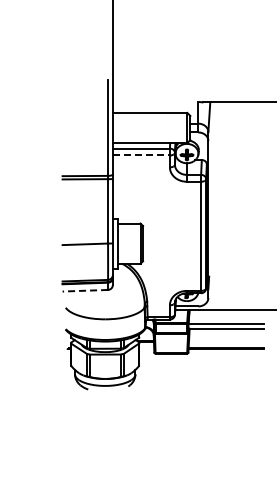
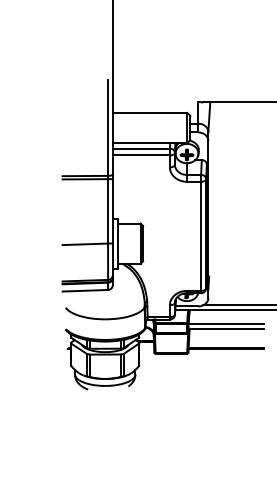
line at (141, 155): dashed -> solid
line at (85, 290): dashed -> solid
line at (238, 305): none -> present
